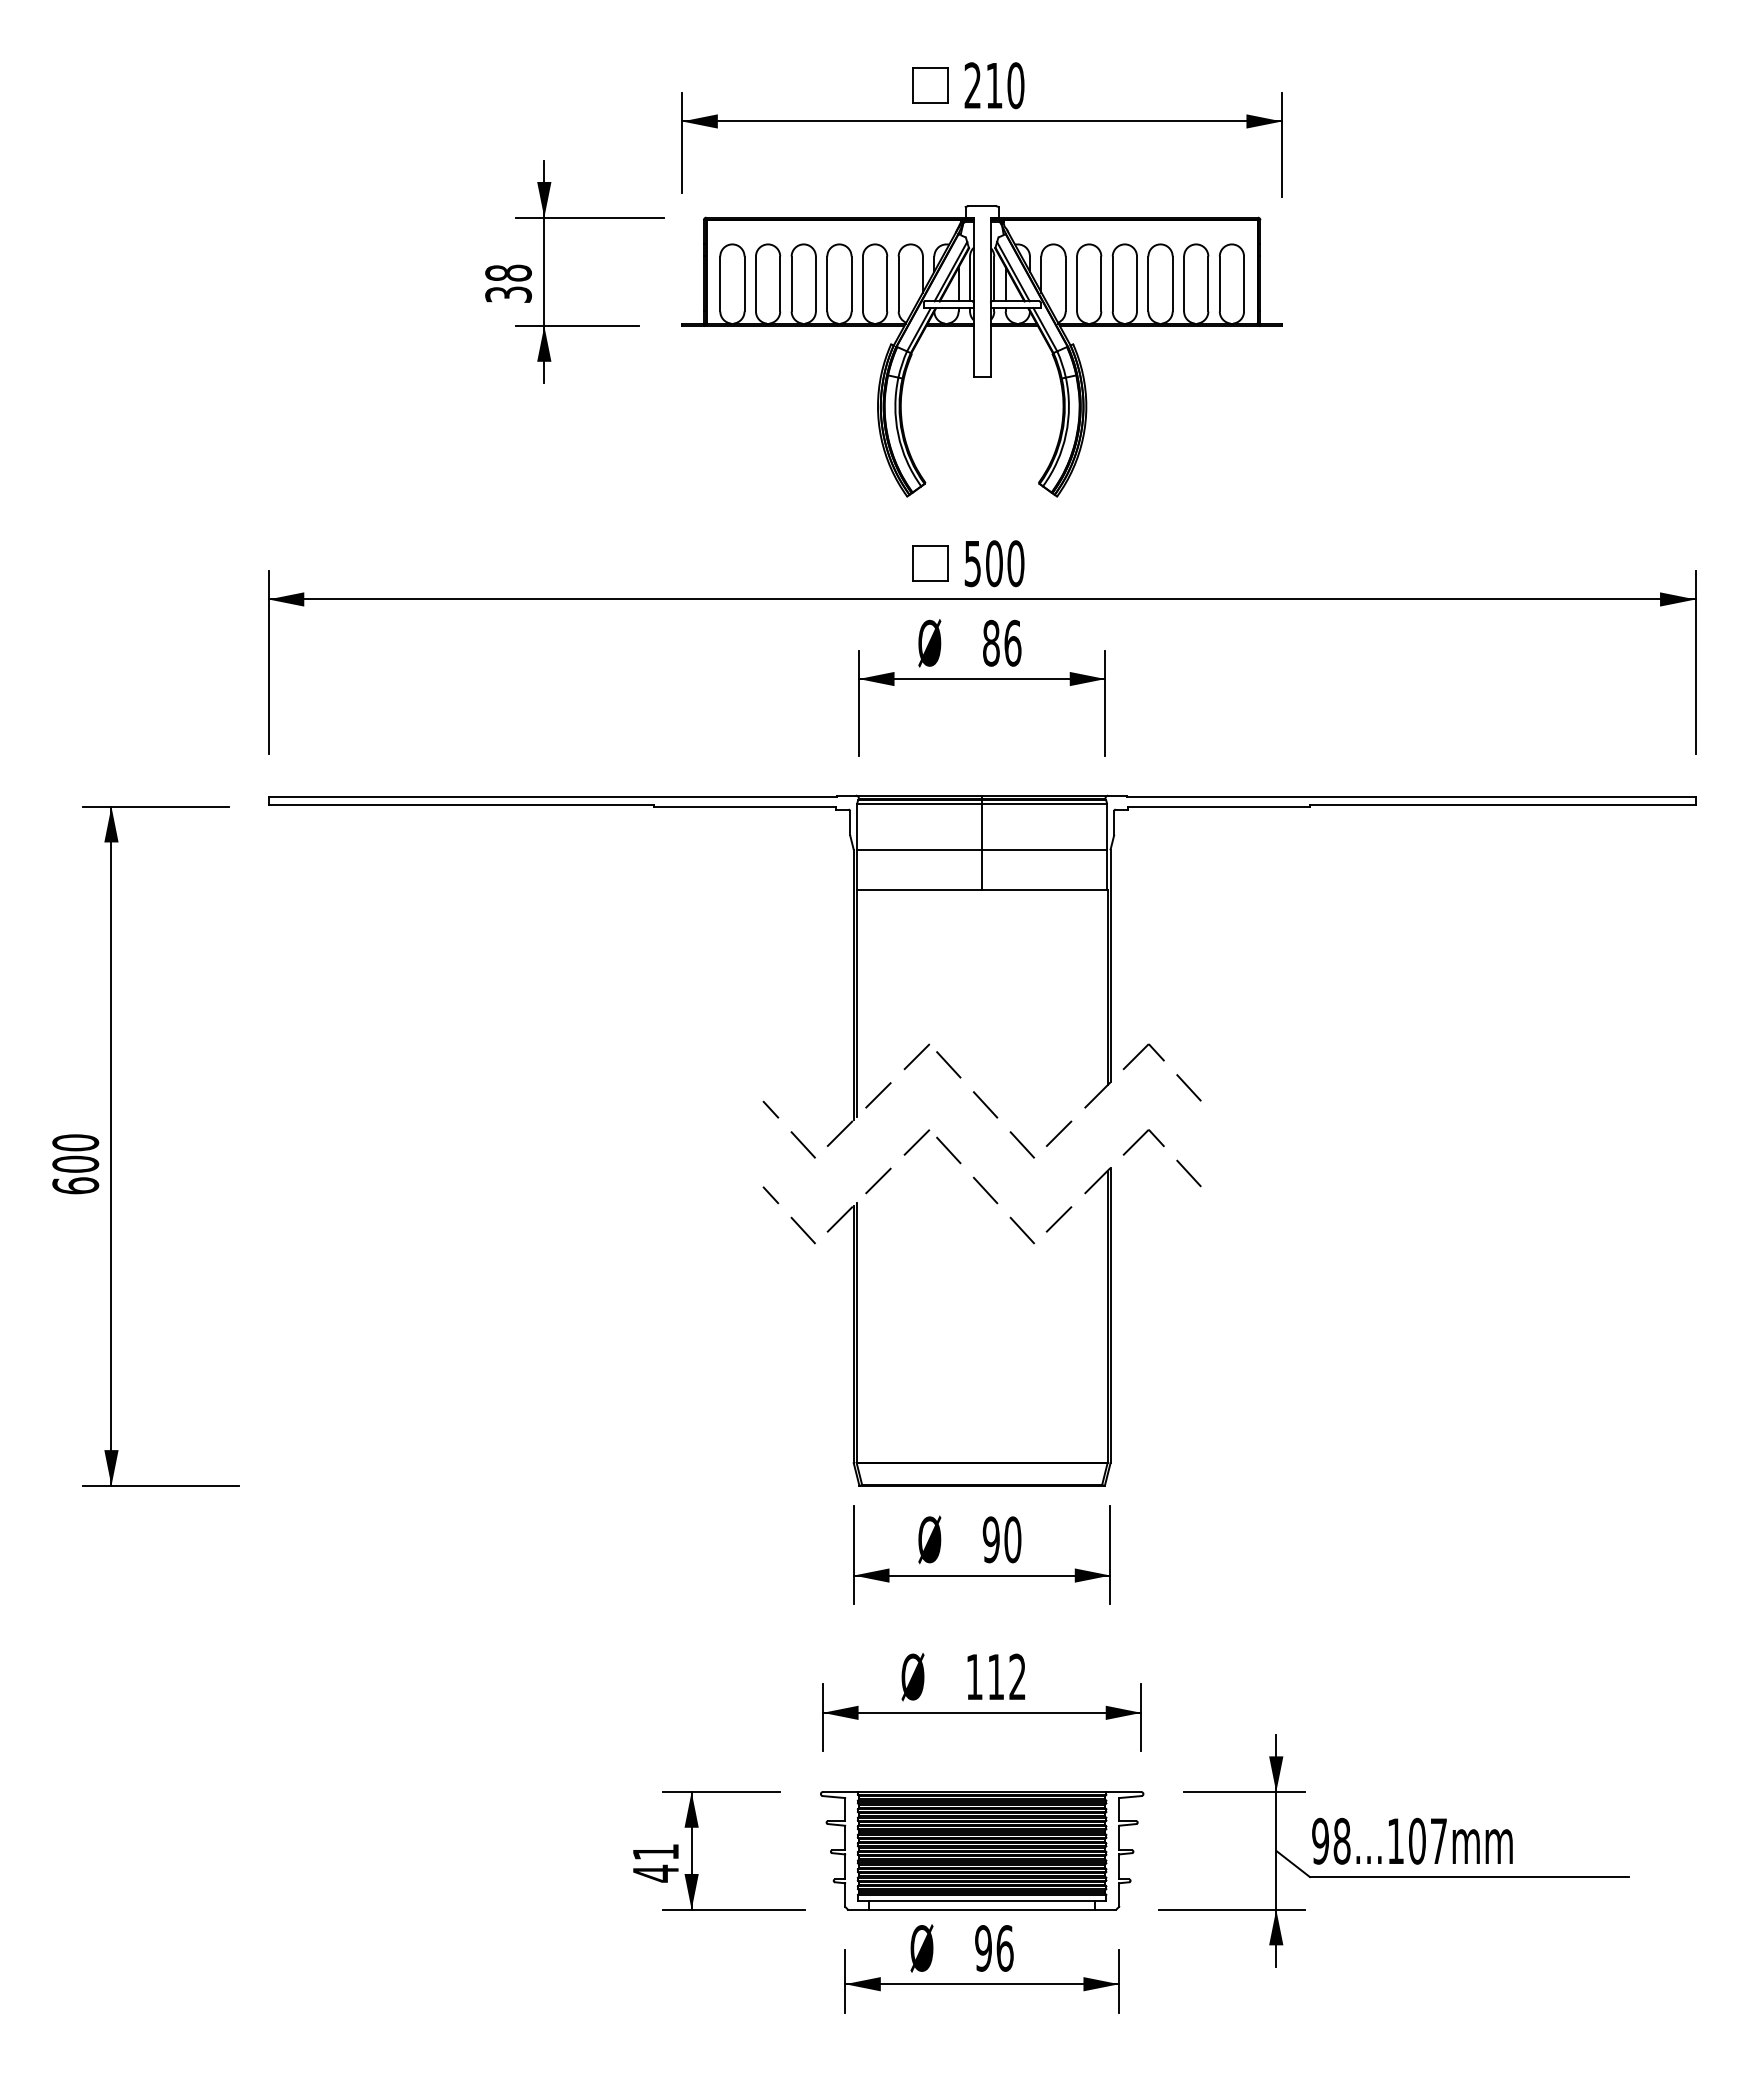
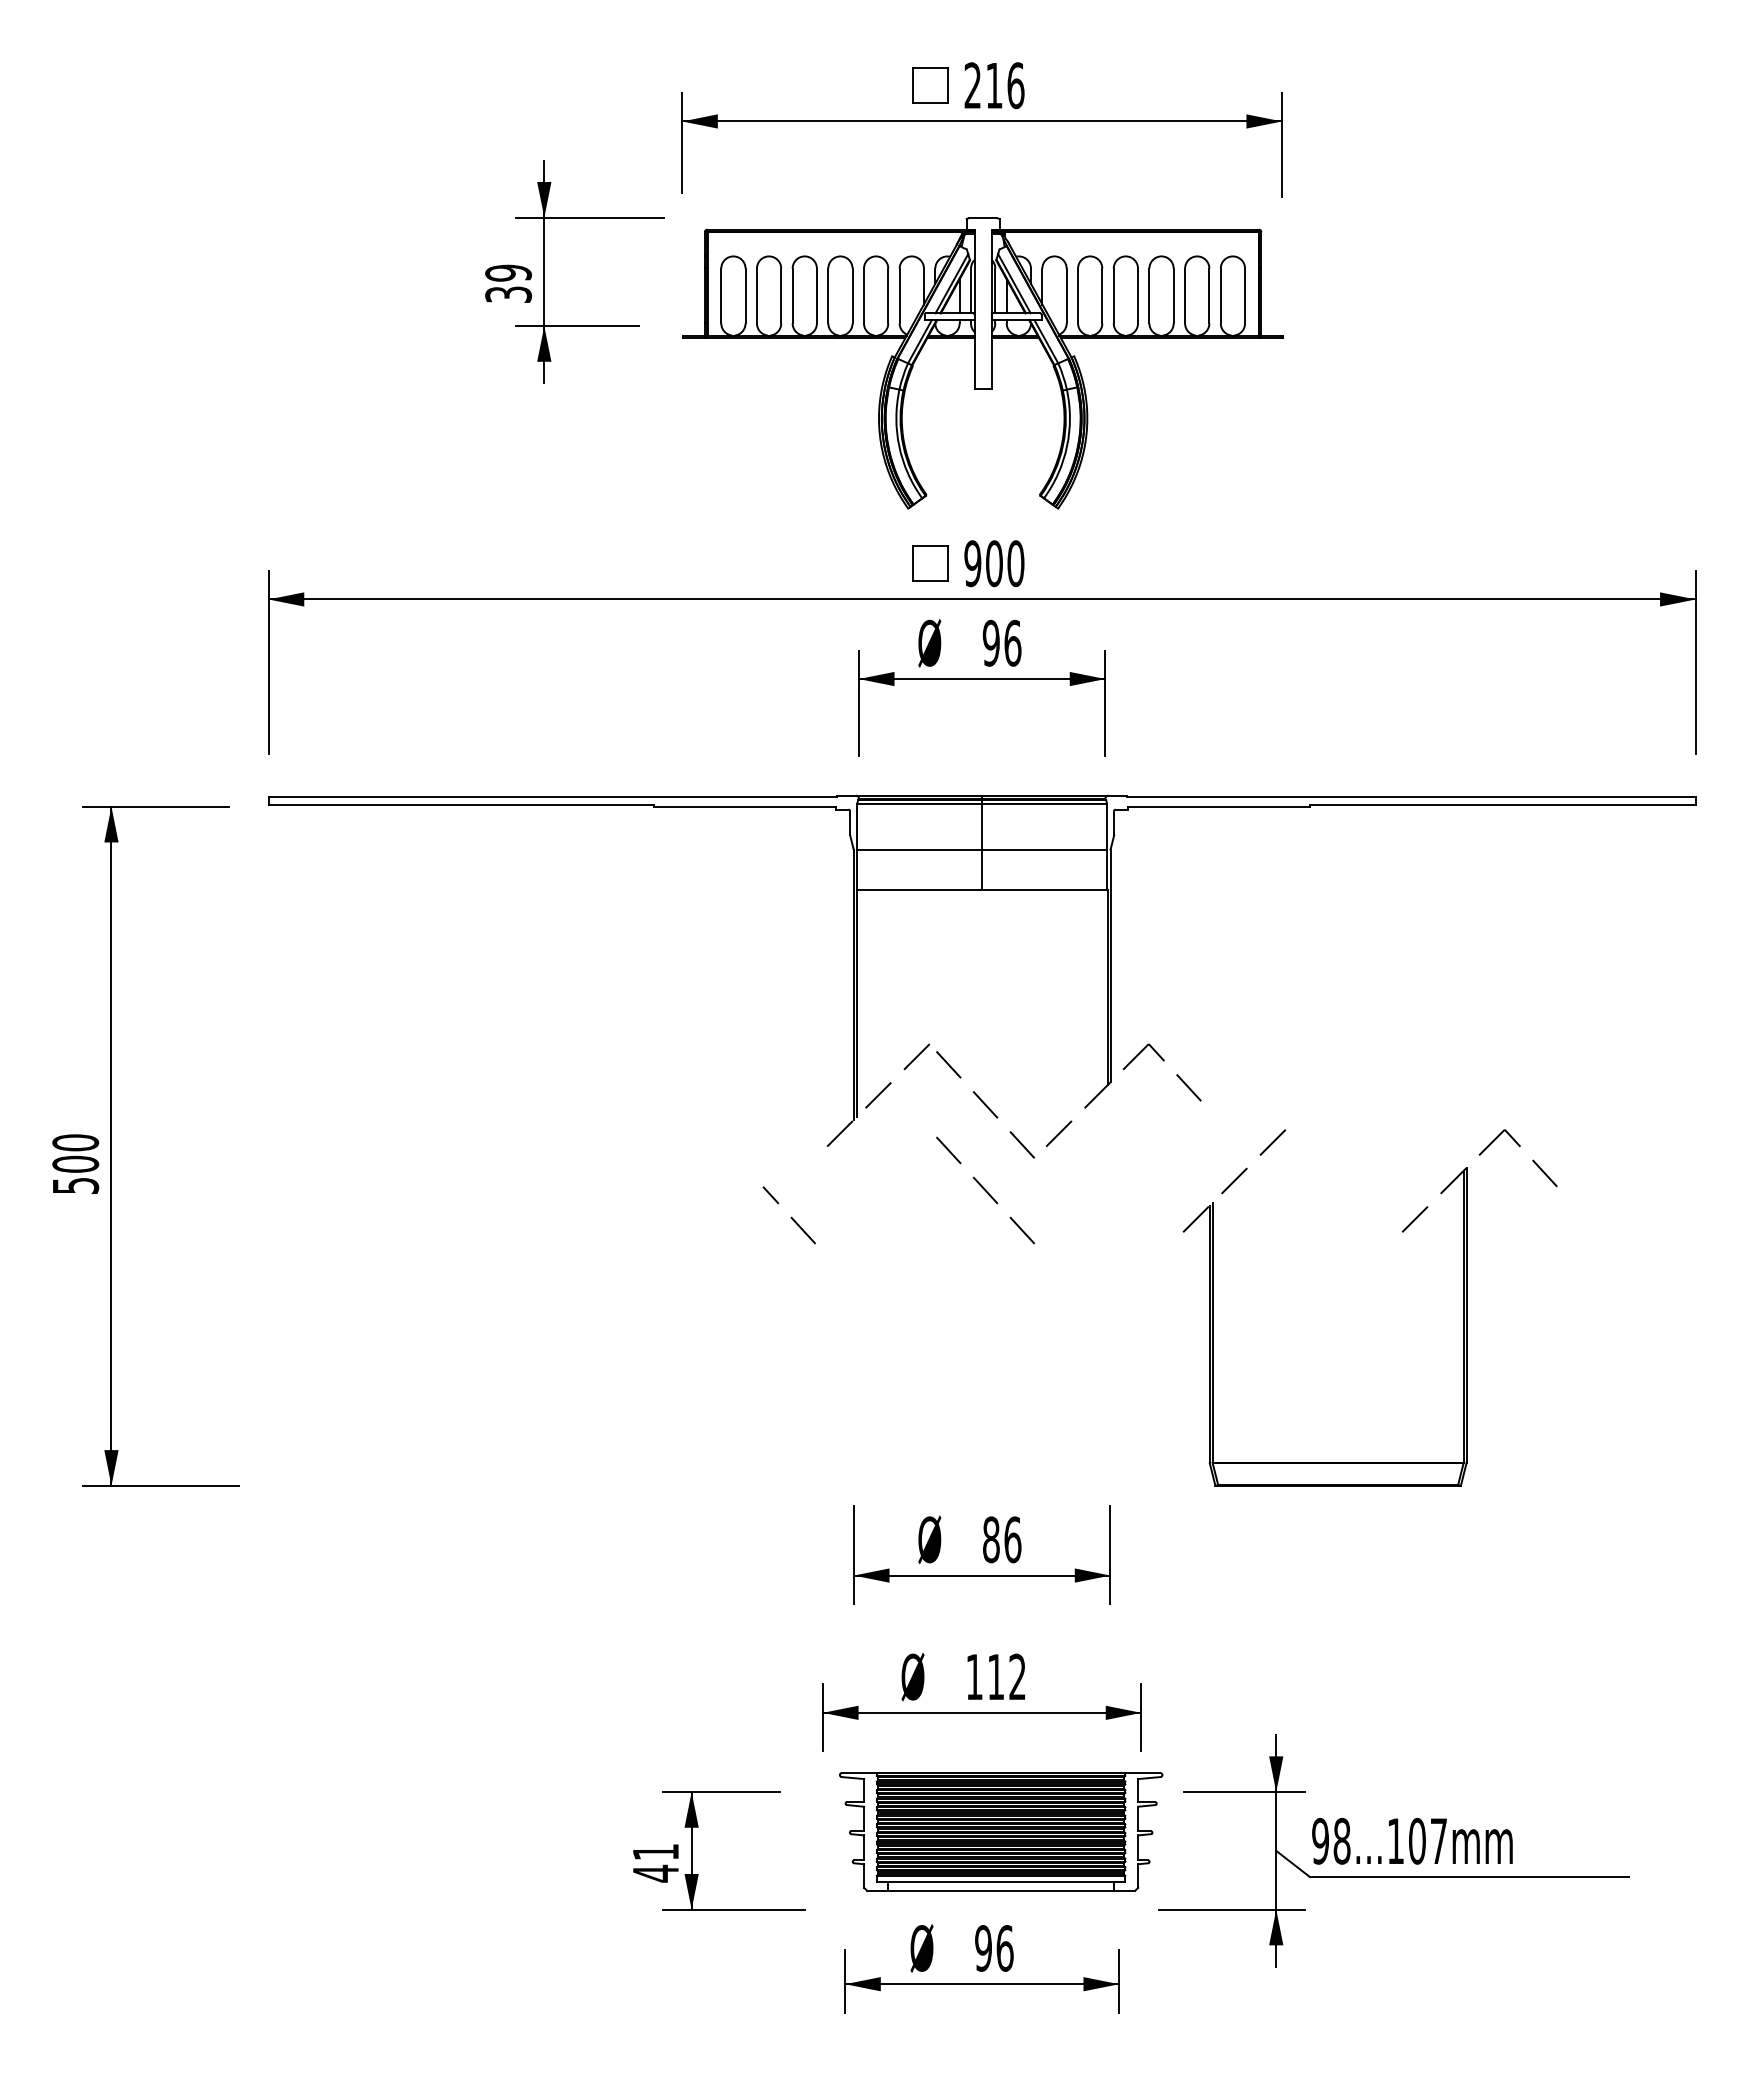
text at (1015, 85): 210 -> 216
text at (508, 272): 38 -> 39
part at (981, 351) position: (981, 351) -> (982, 363)
text at (972, 563): 500 -> 900
text at (990, 643): 86 -> 96
line at (791, 1131): present -> none
text at (75, 1185): 600 -> 500
part at (1046, 1232) position: (1046, 1232) -> (1402, 1232)
text at (1001, 1539): 90 -> 86
part at (982, 1850) position: (982, 1850) -> (1001, 1831)
